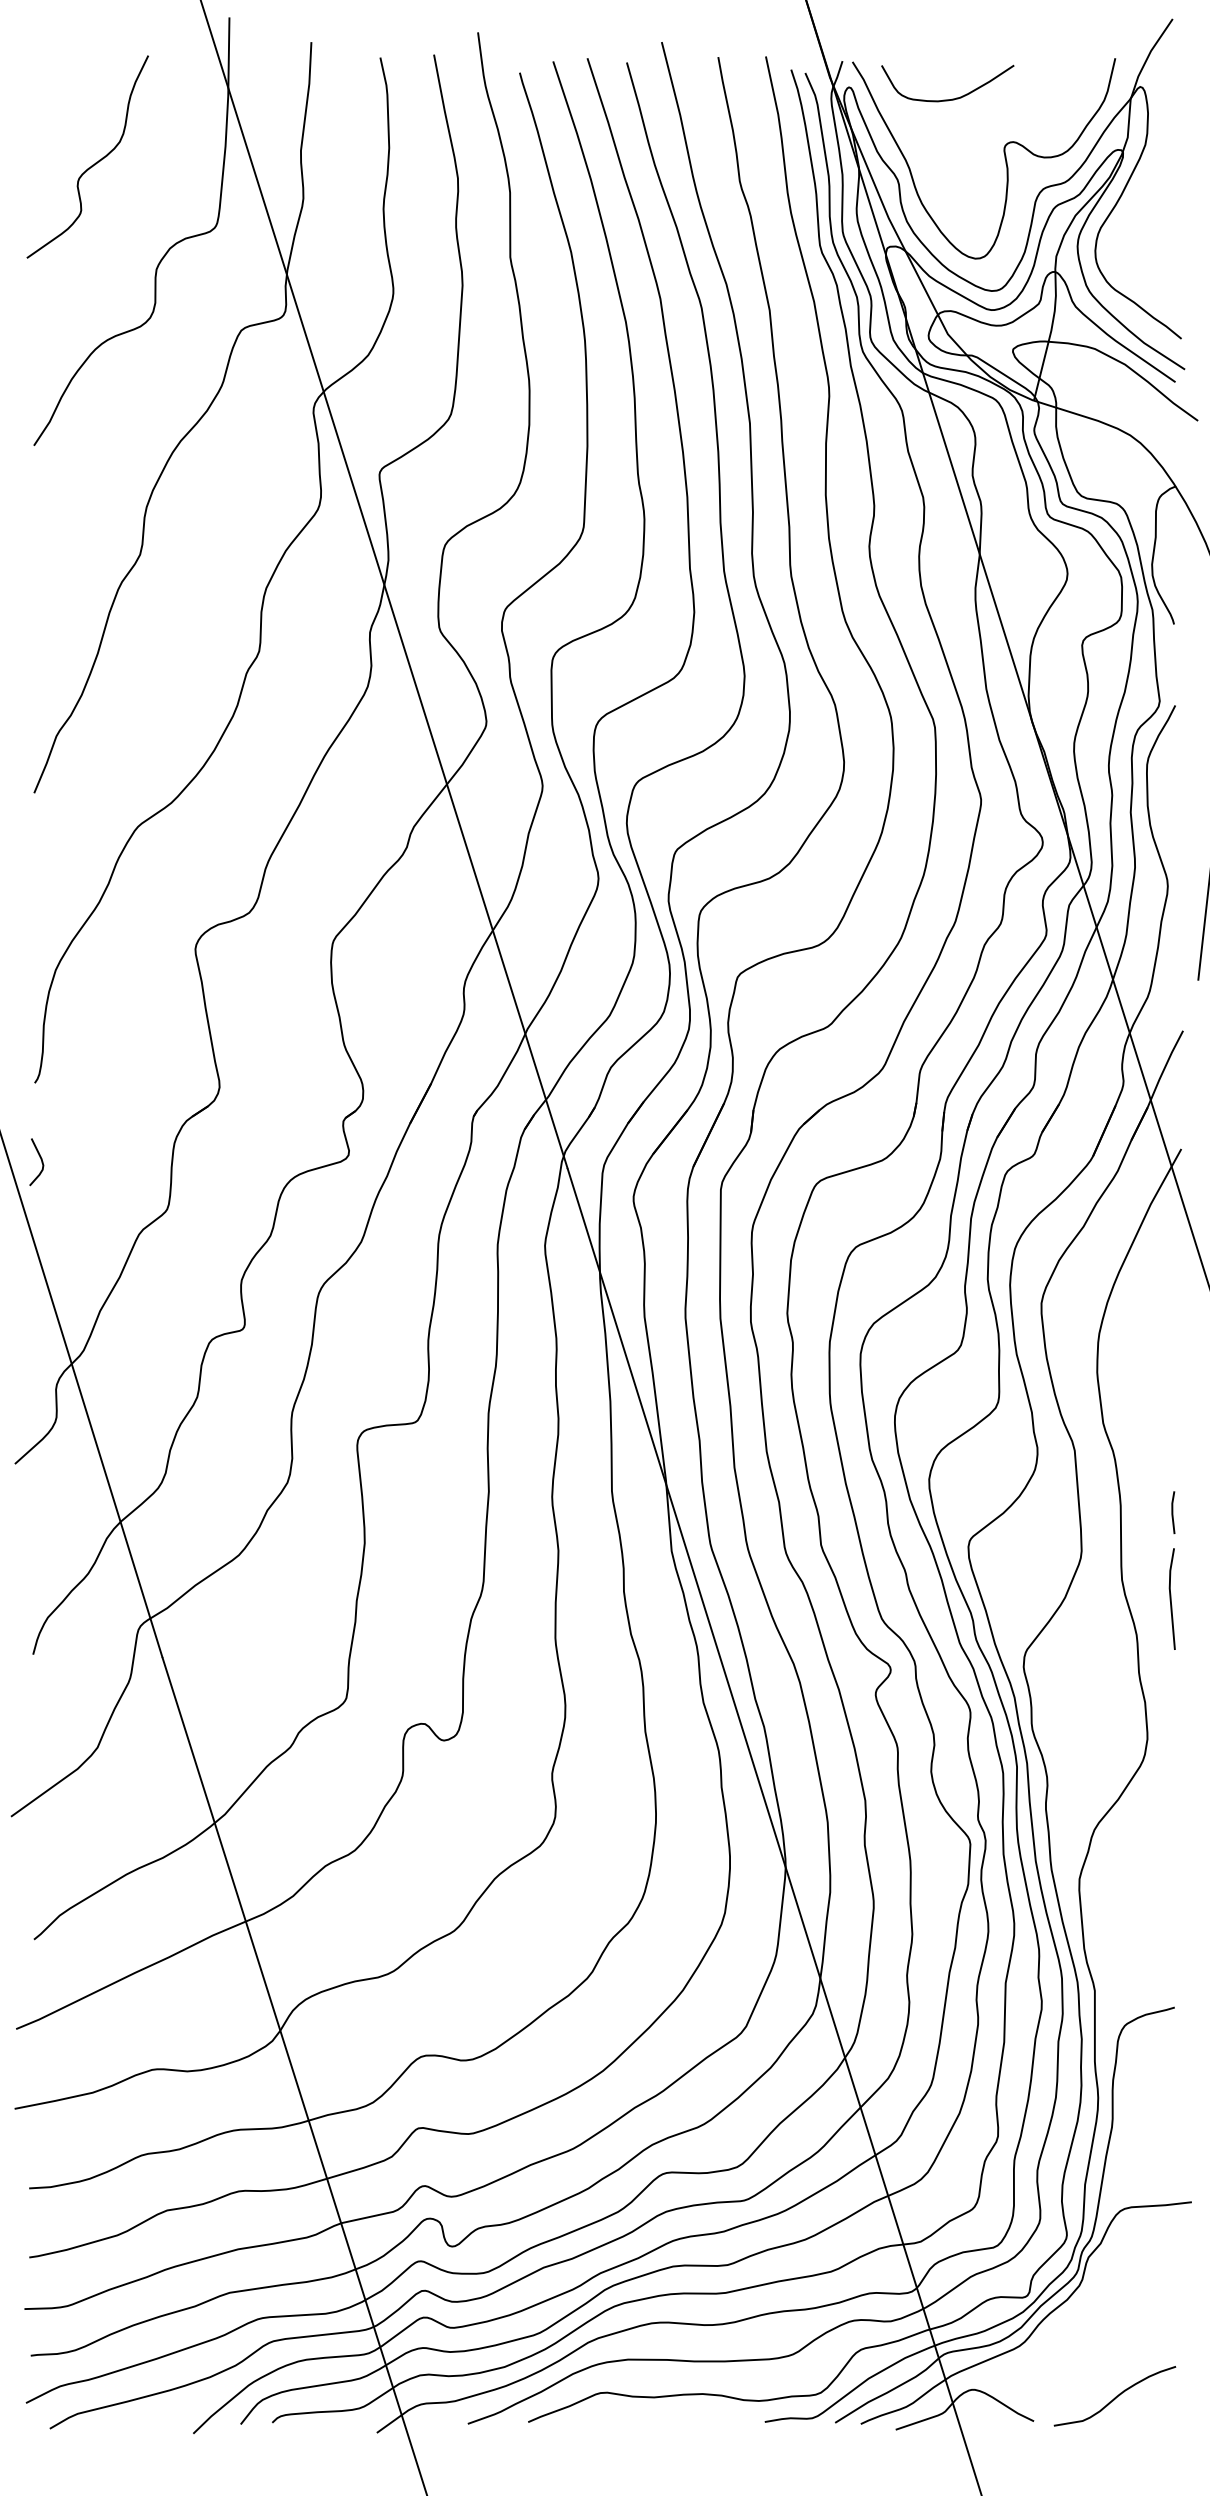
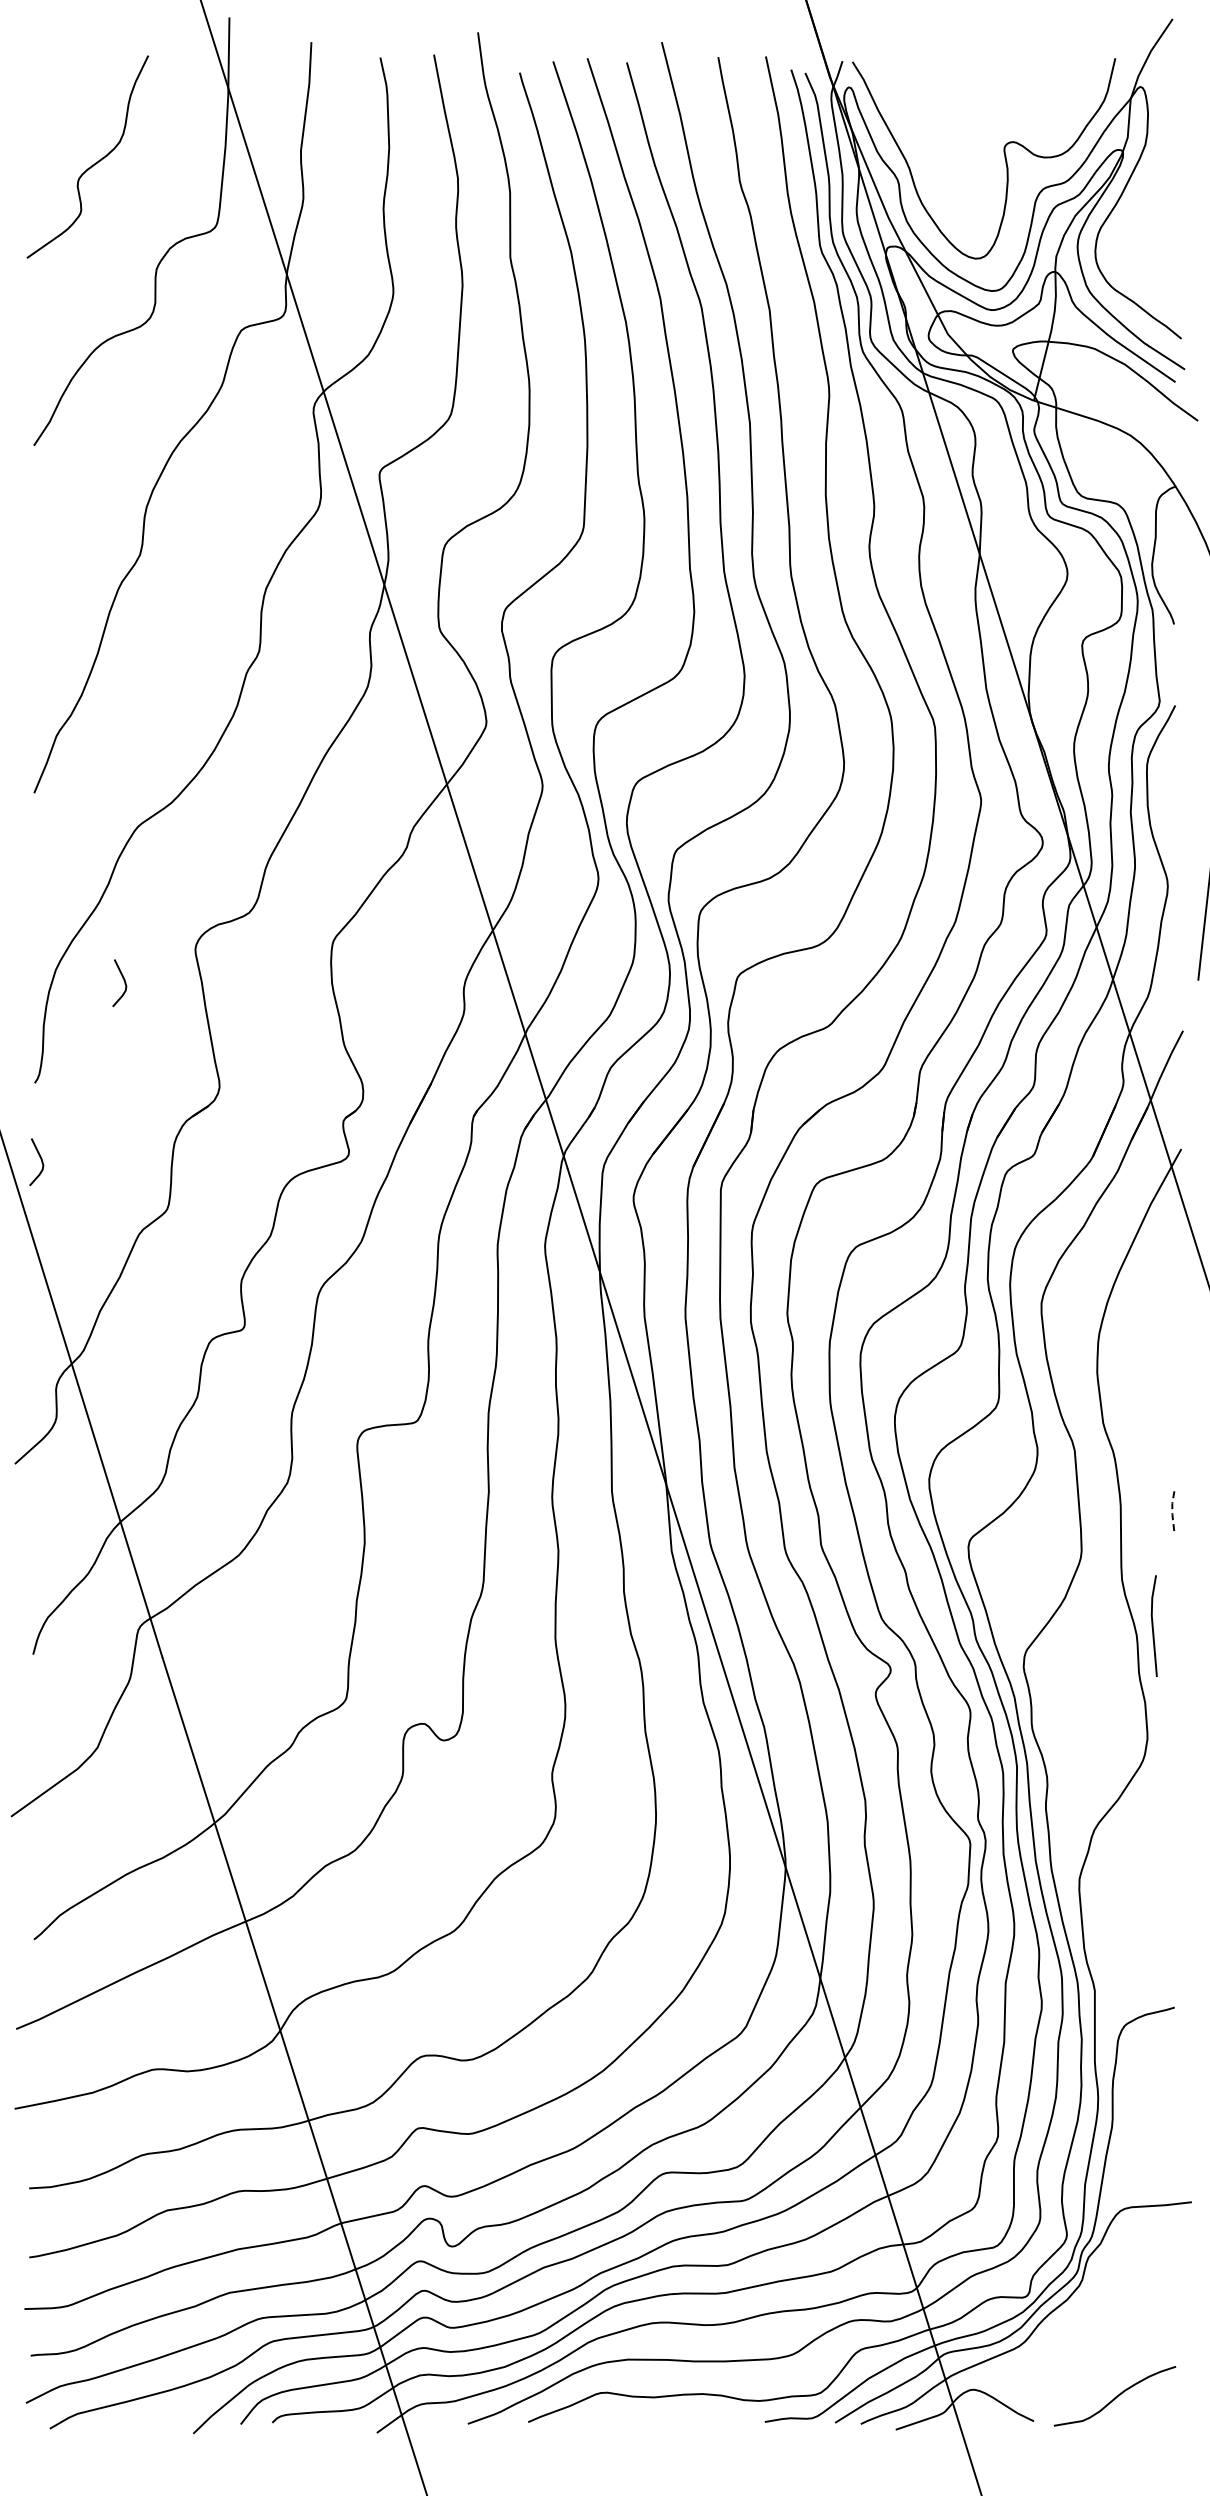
curve at (952, 98): present -> none
curve at (123, 980): none -> present
line at (1172, 1512): solid -> dashed
line at (1171, 1598) position: (1171, 1598) -> (1153, 1625)
